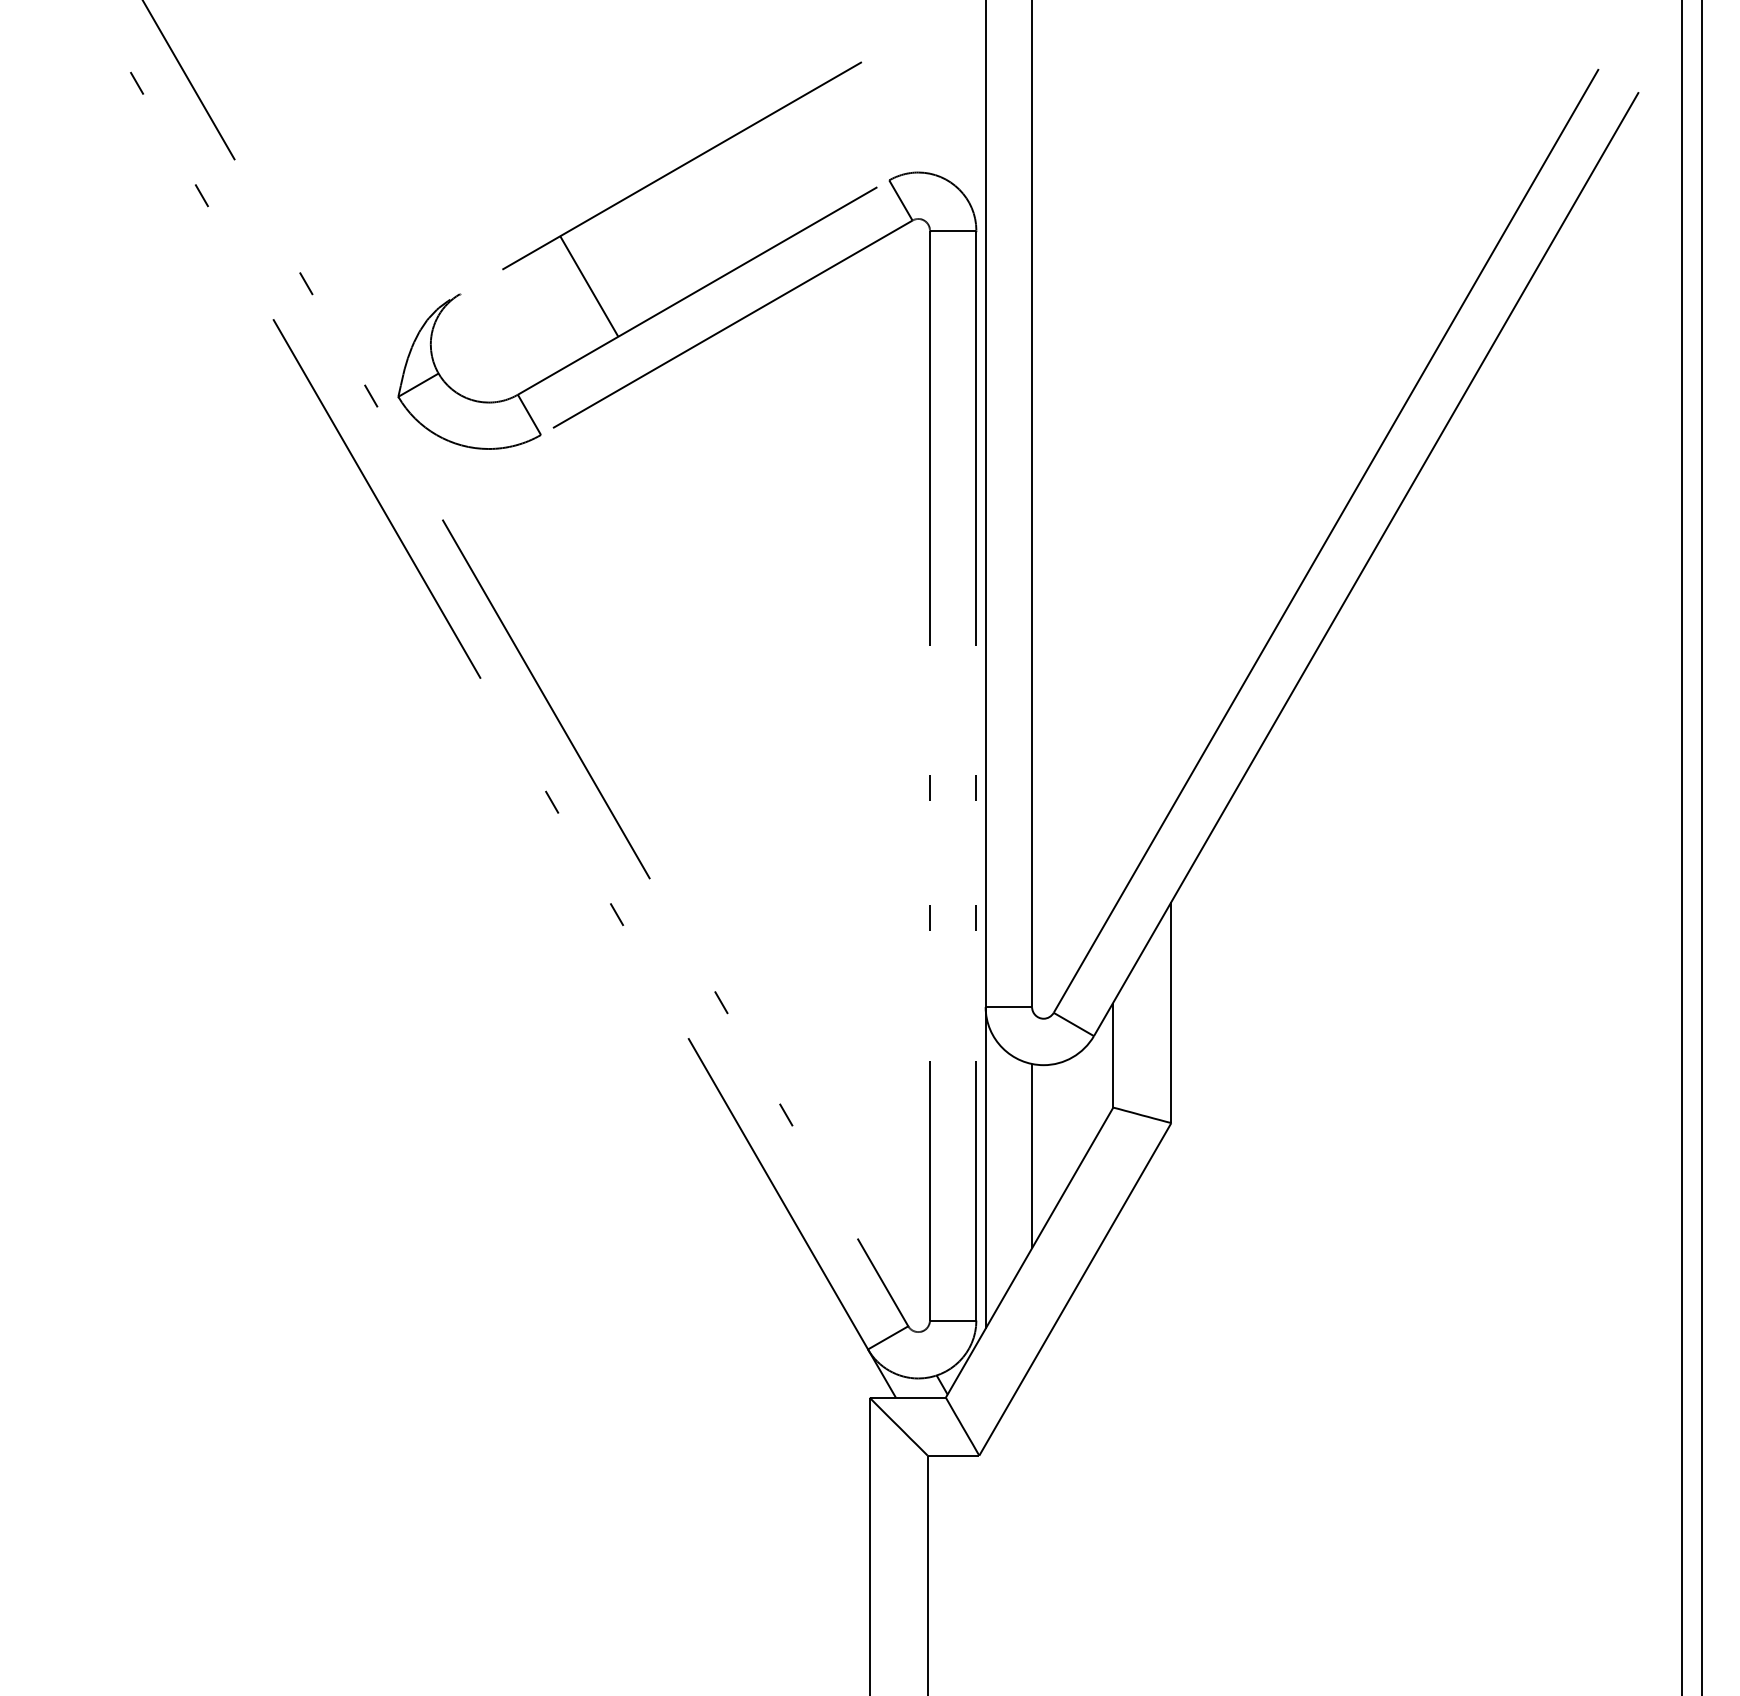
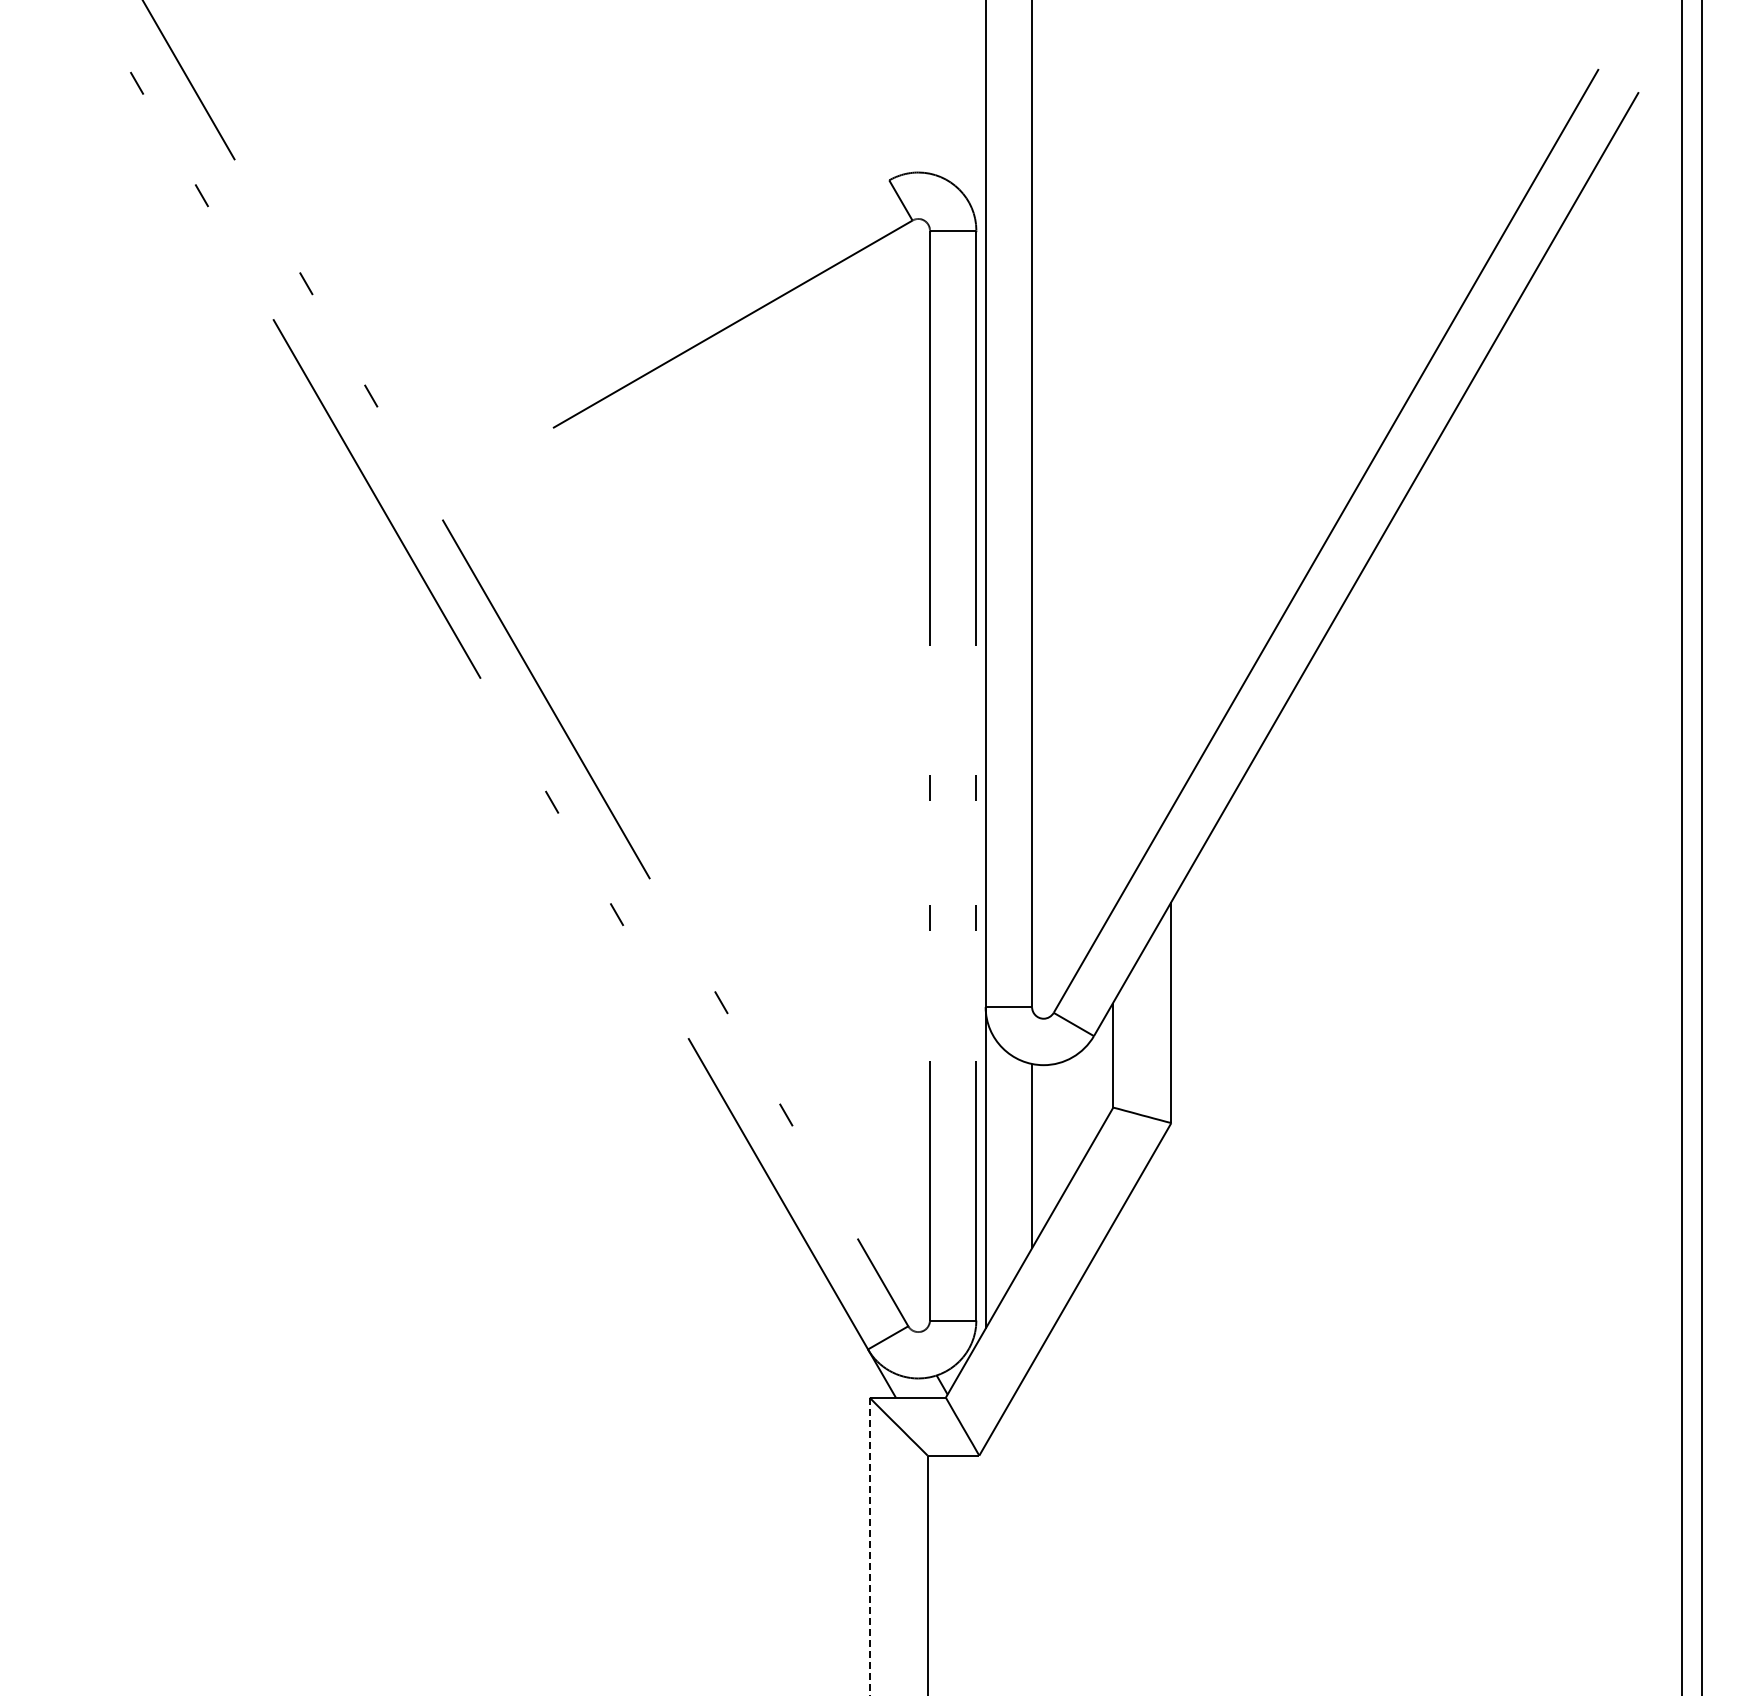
part at (607, 210): present -> none
line at (869, 1546): solid -> dashed
